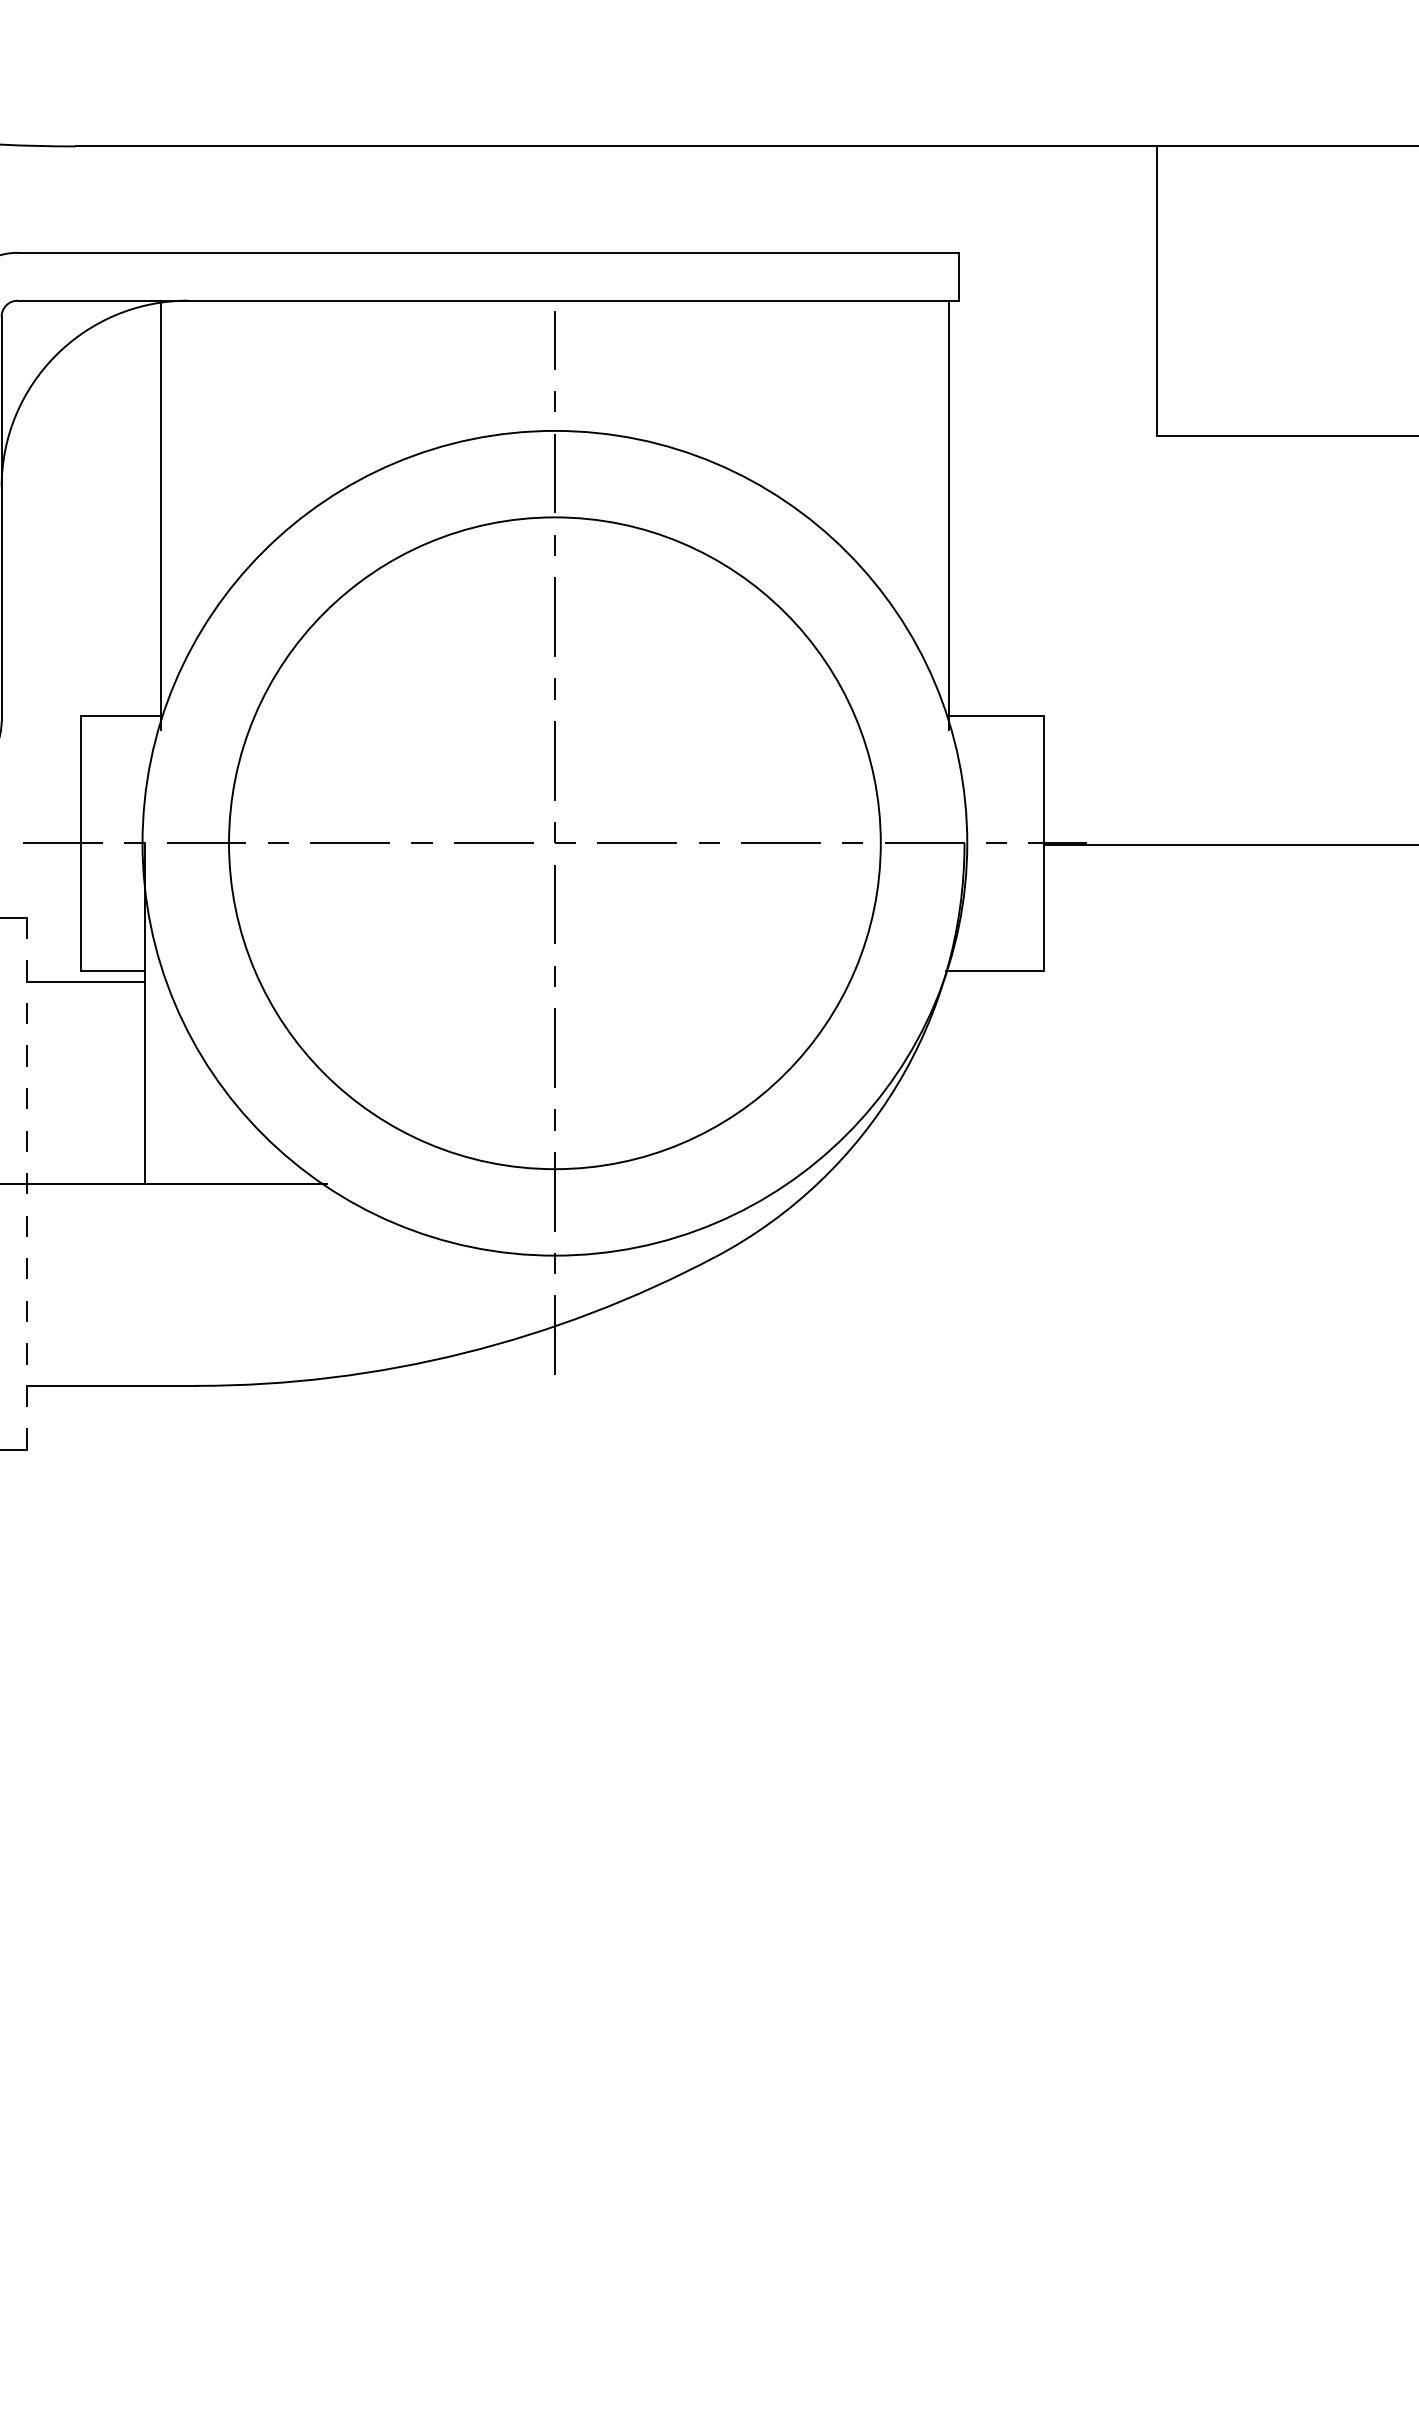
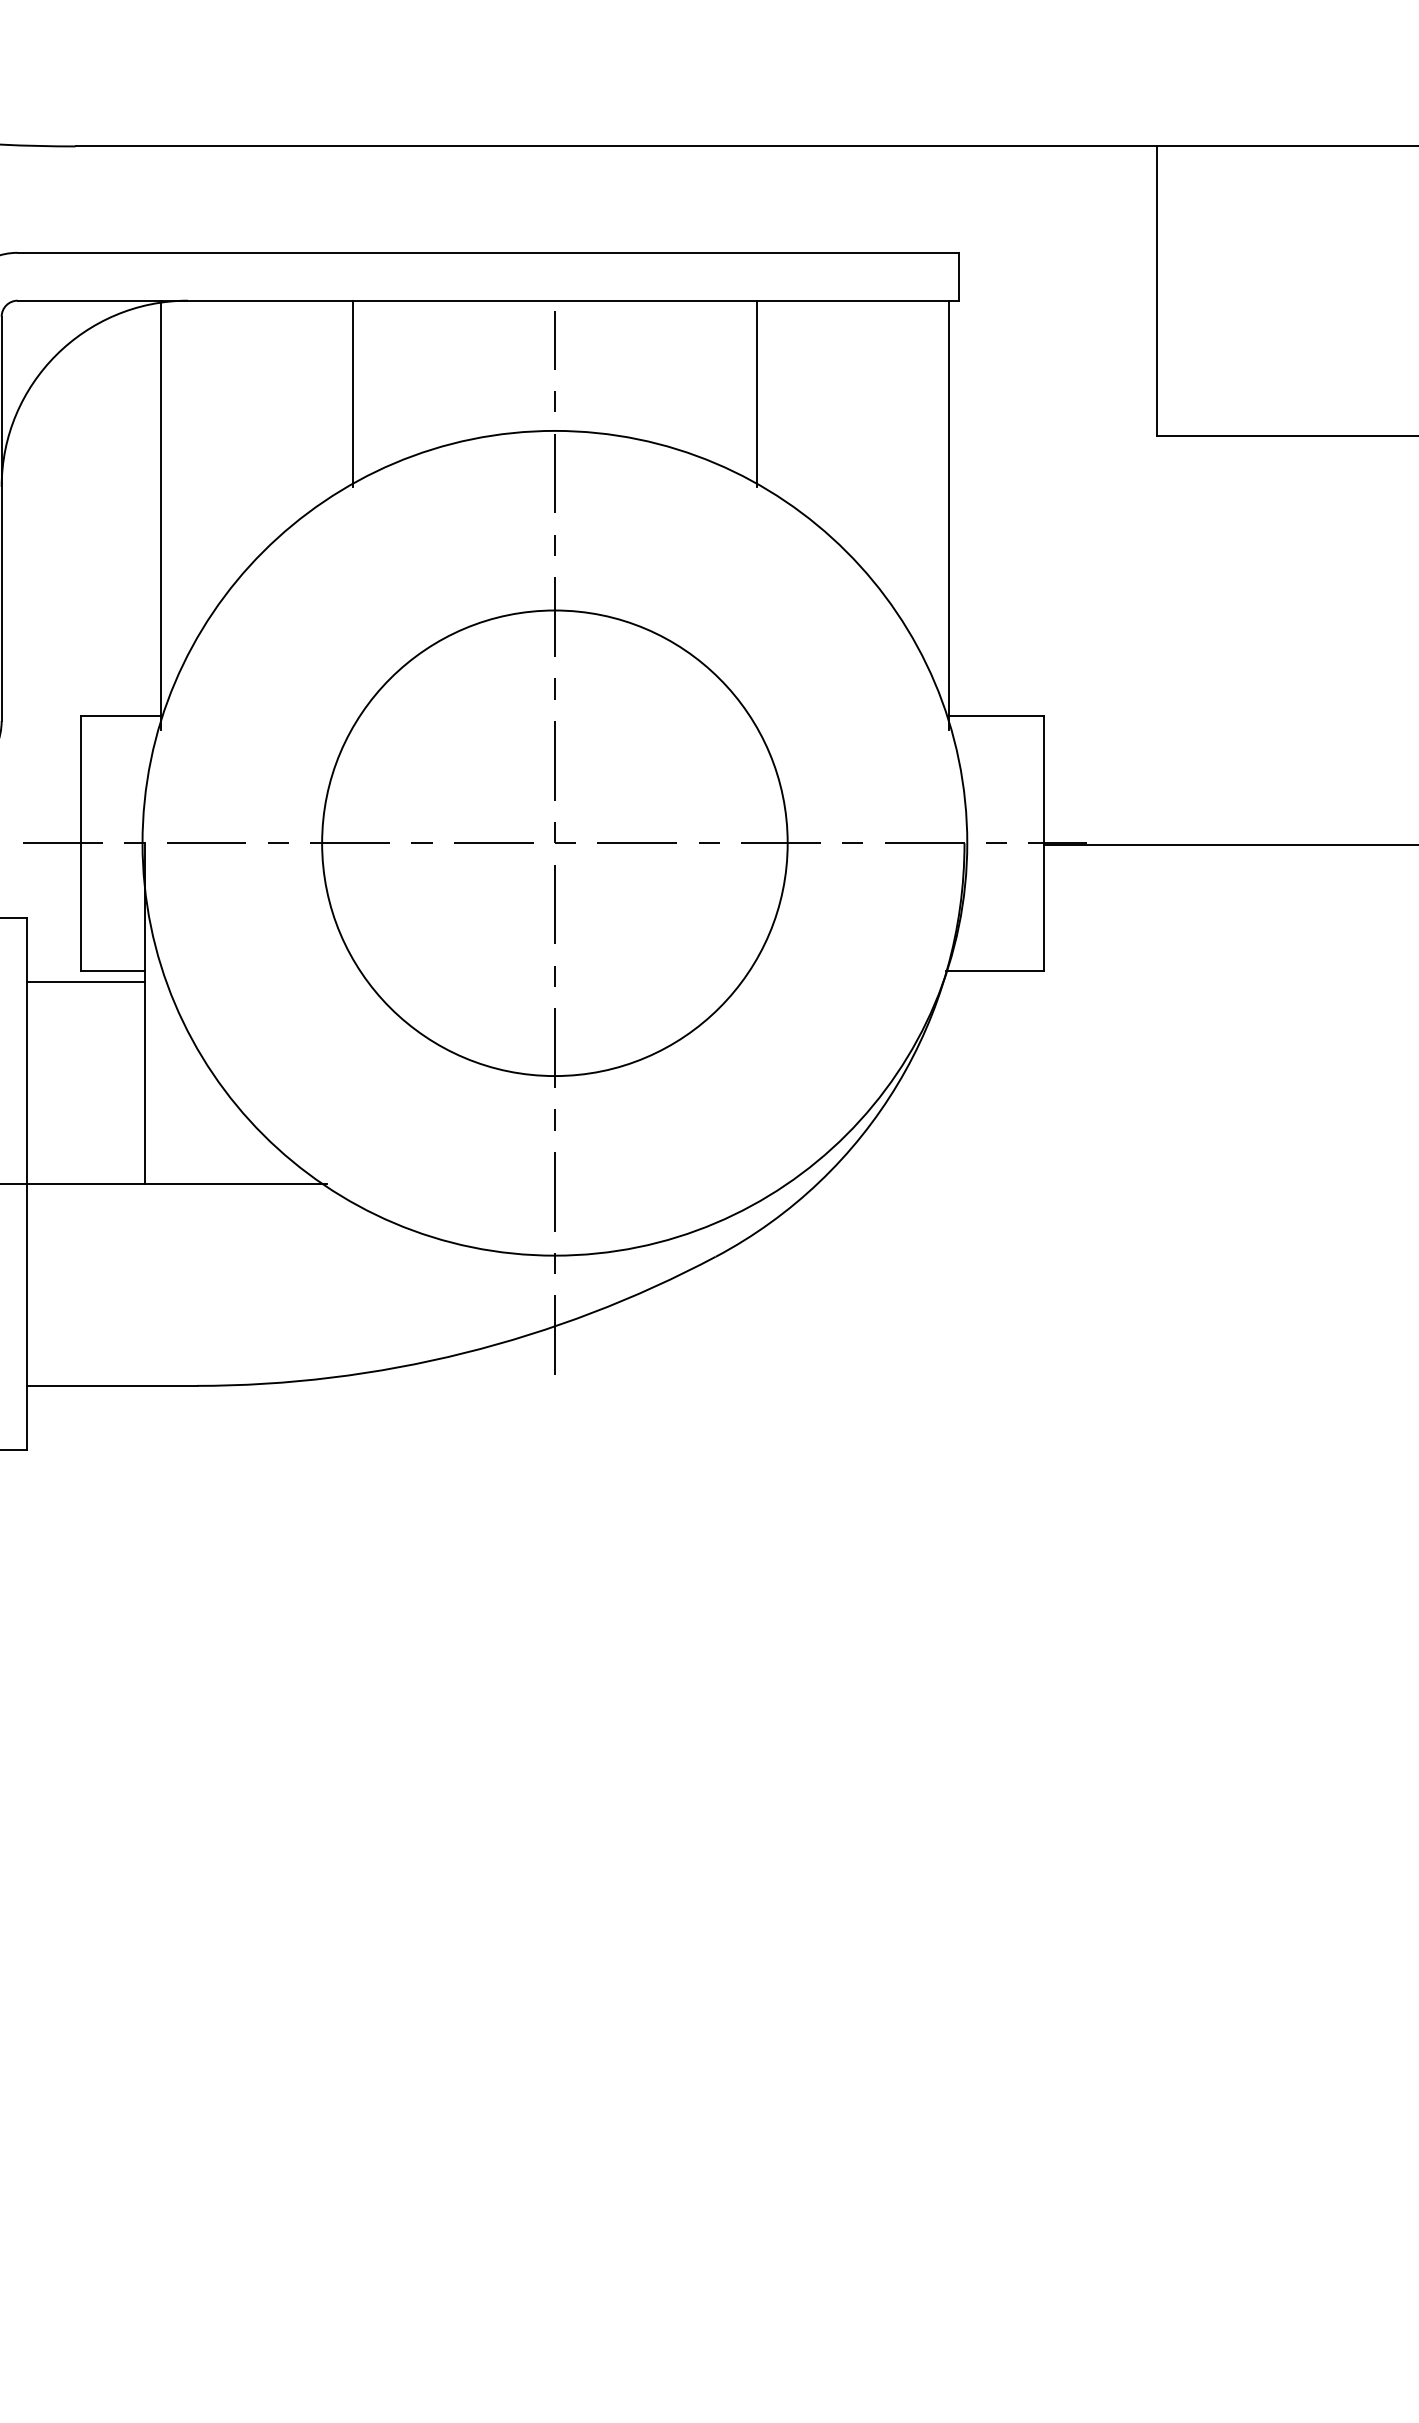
line at (352, 393): none -> present
line at (757, 393): none -> present
circle at (554, 843) diameter: 652 px -> 466 px
line at (27, 1183): dashed -> solid
